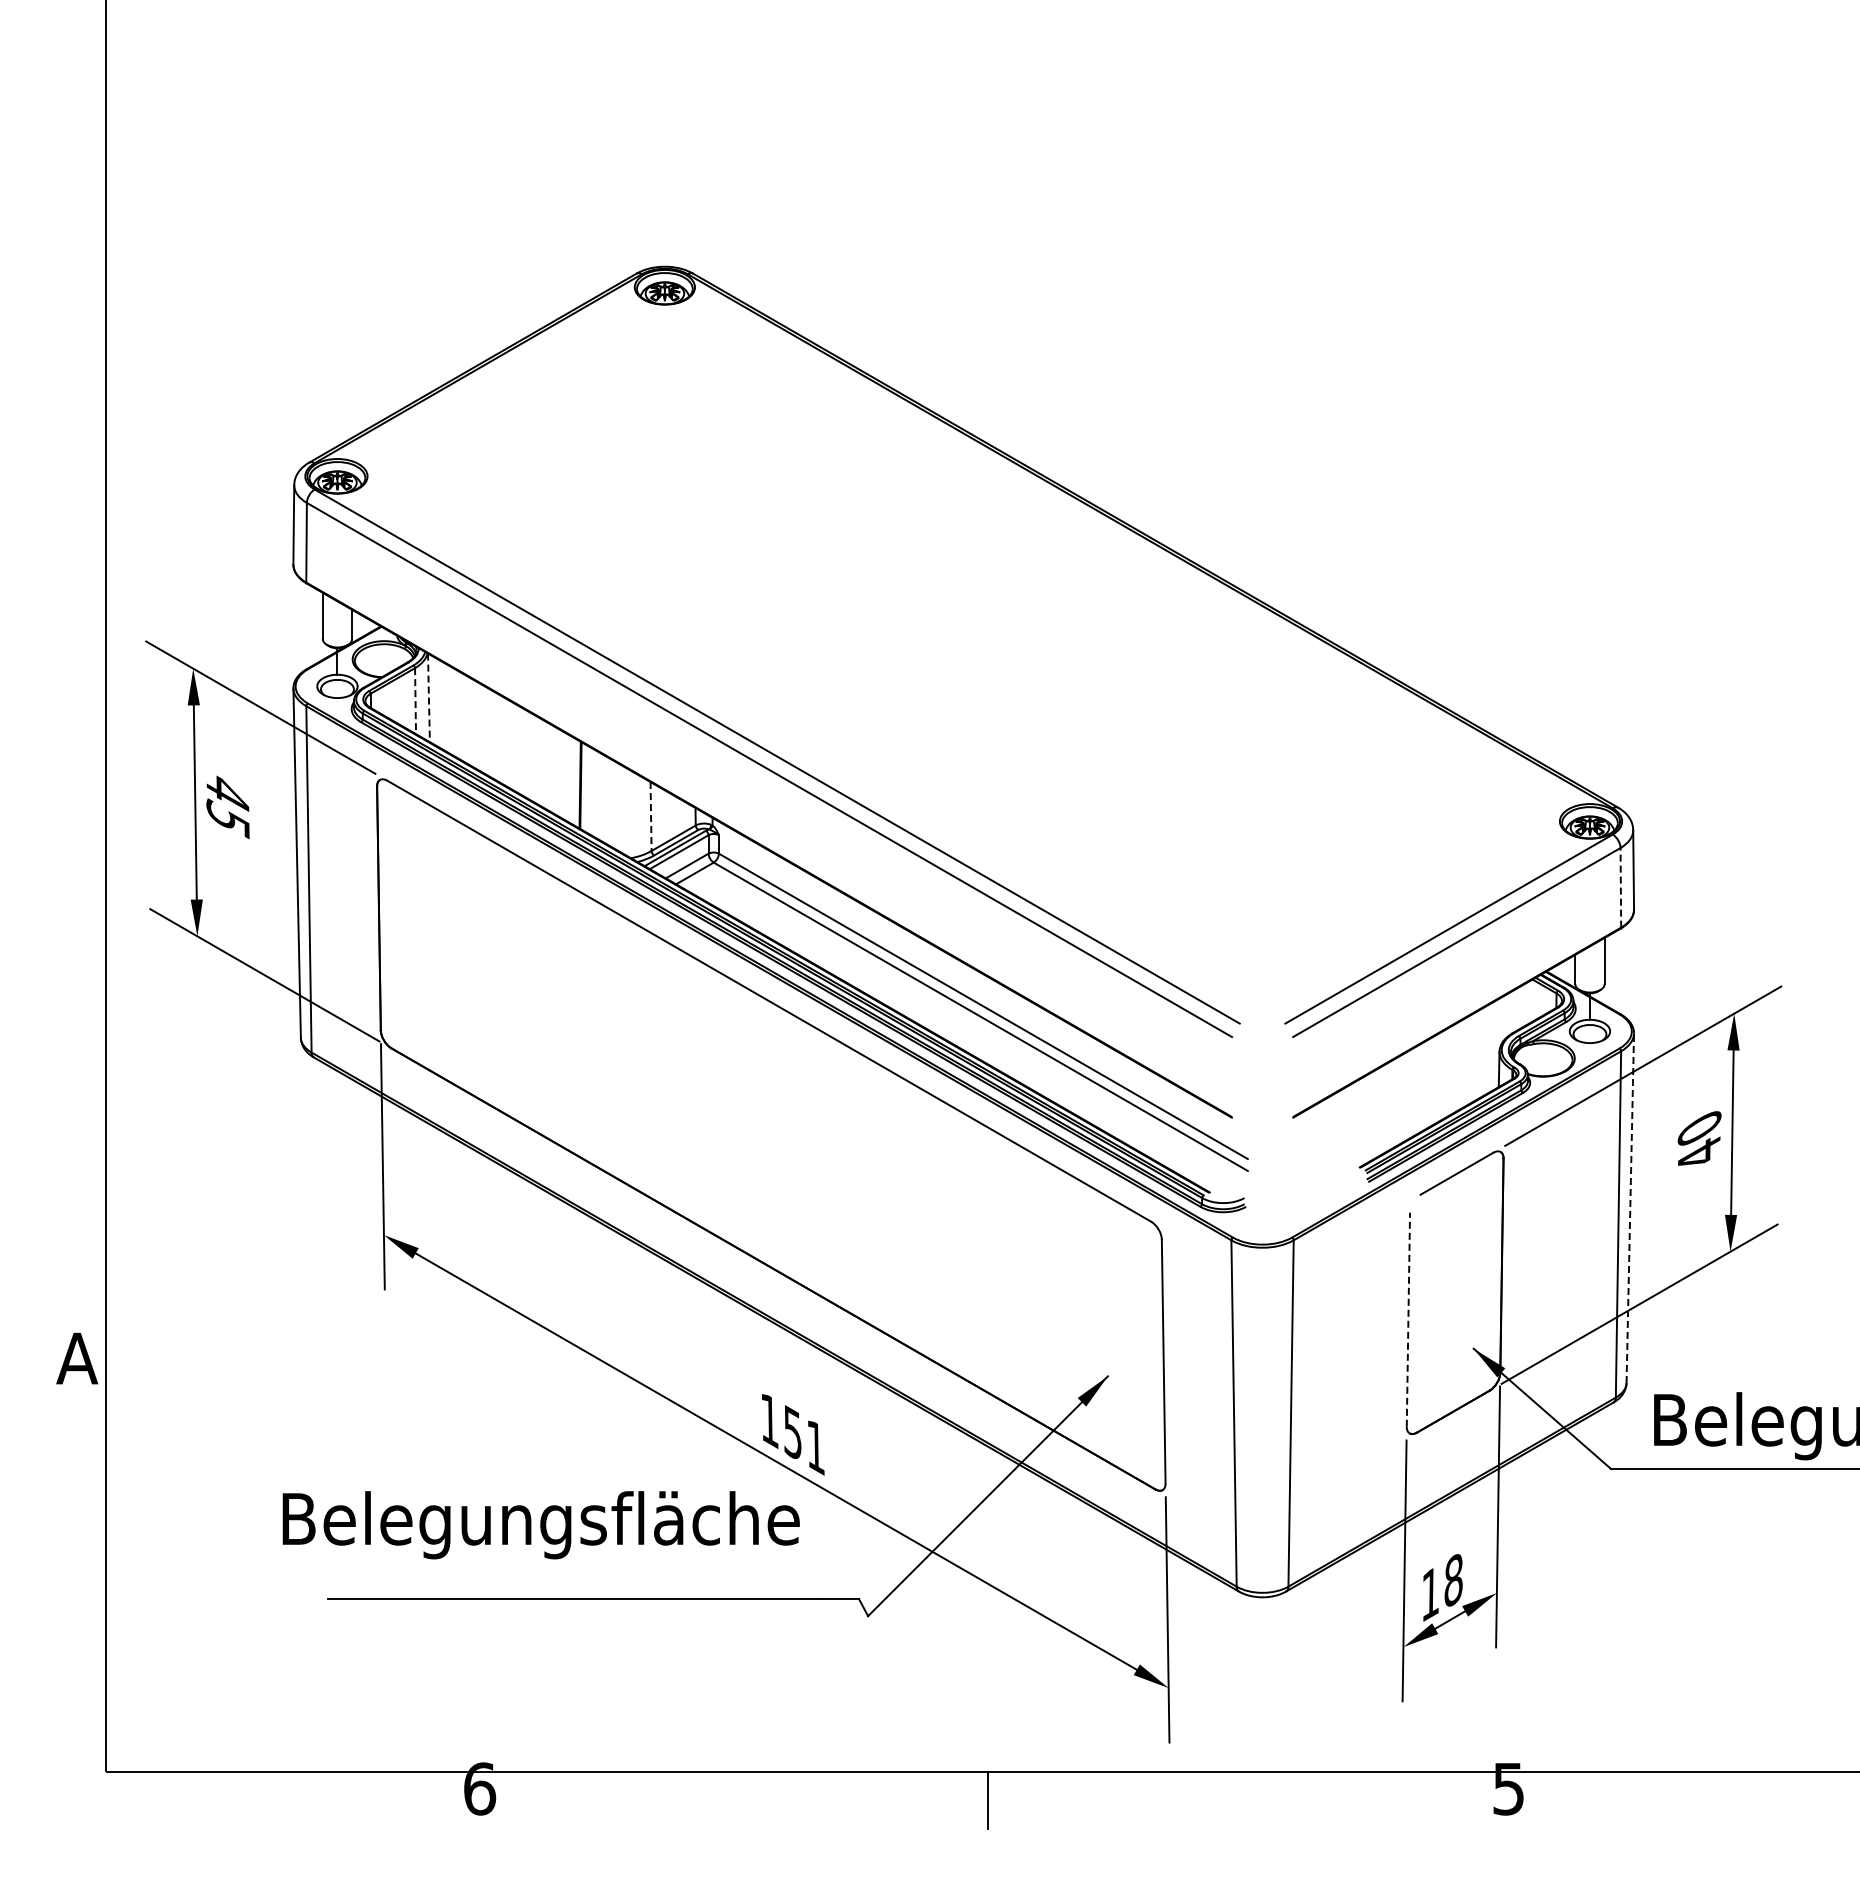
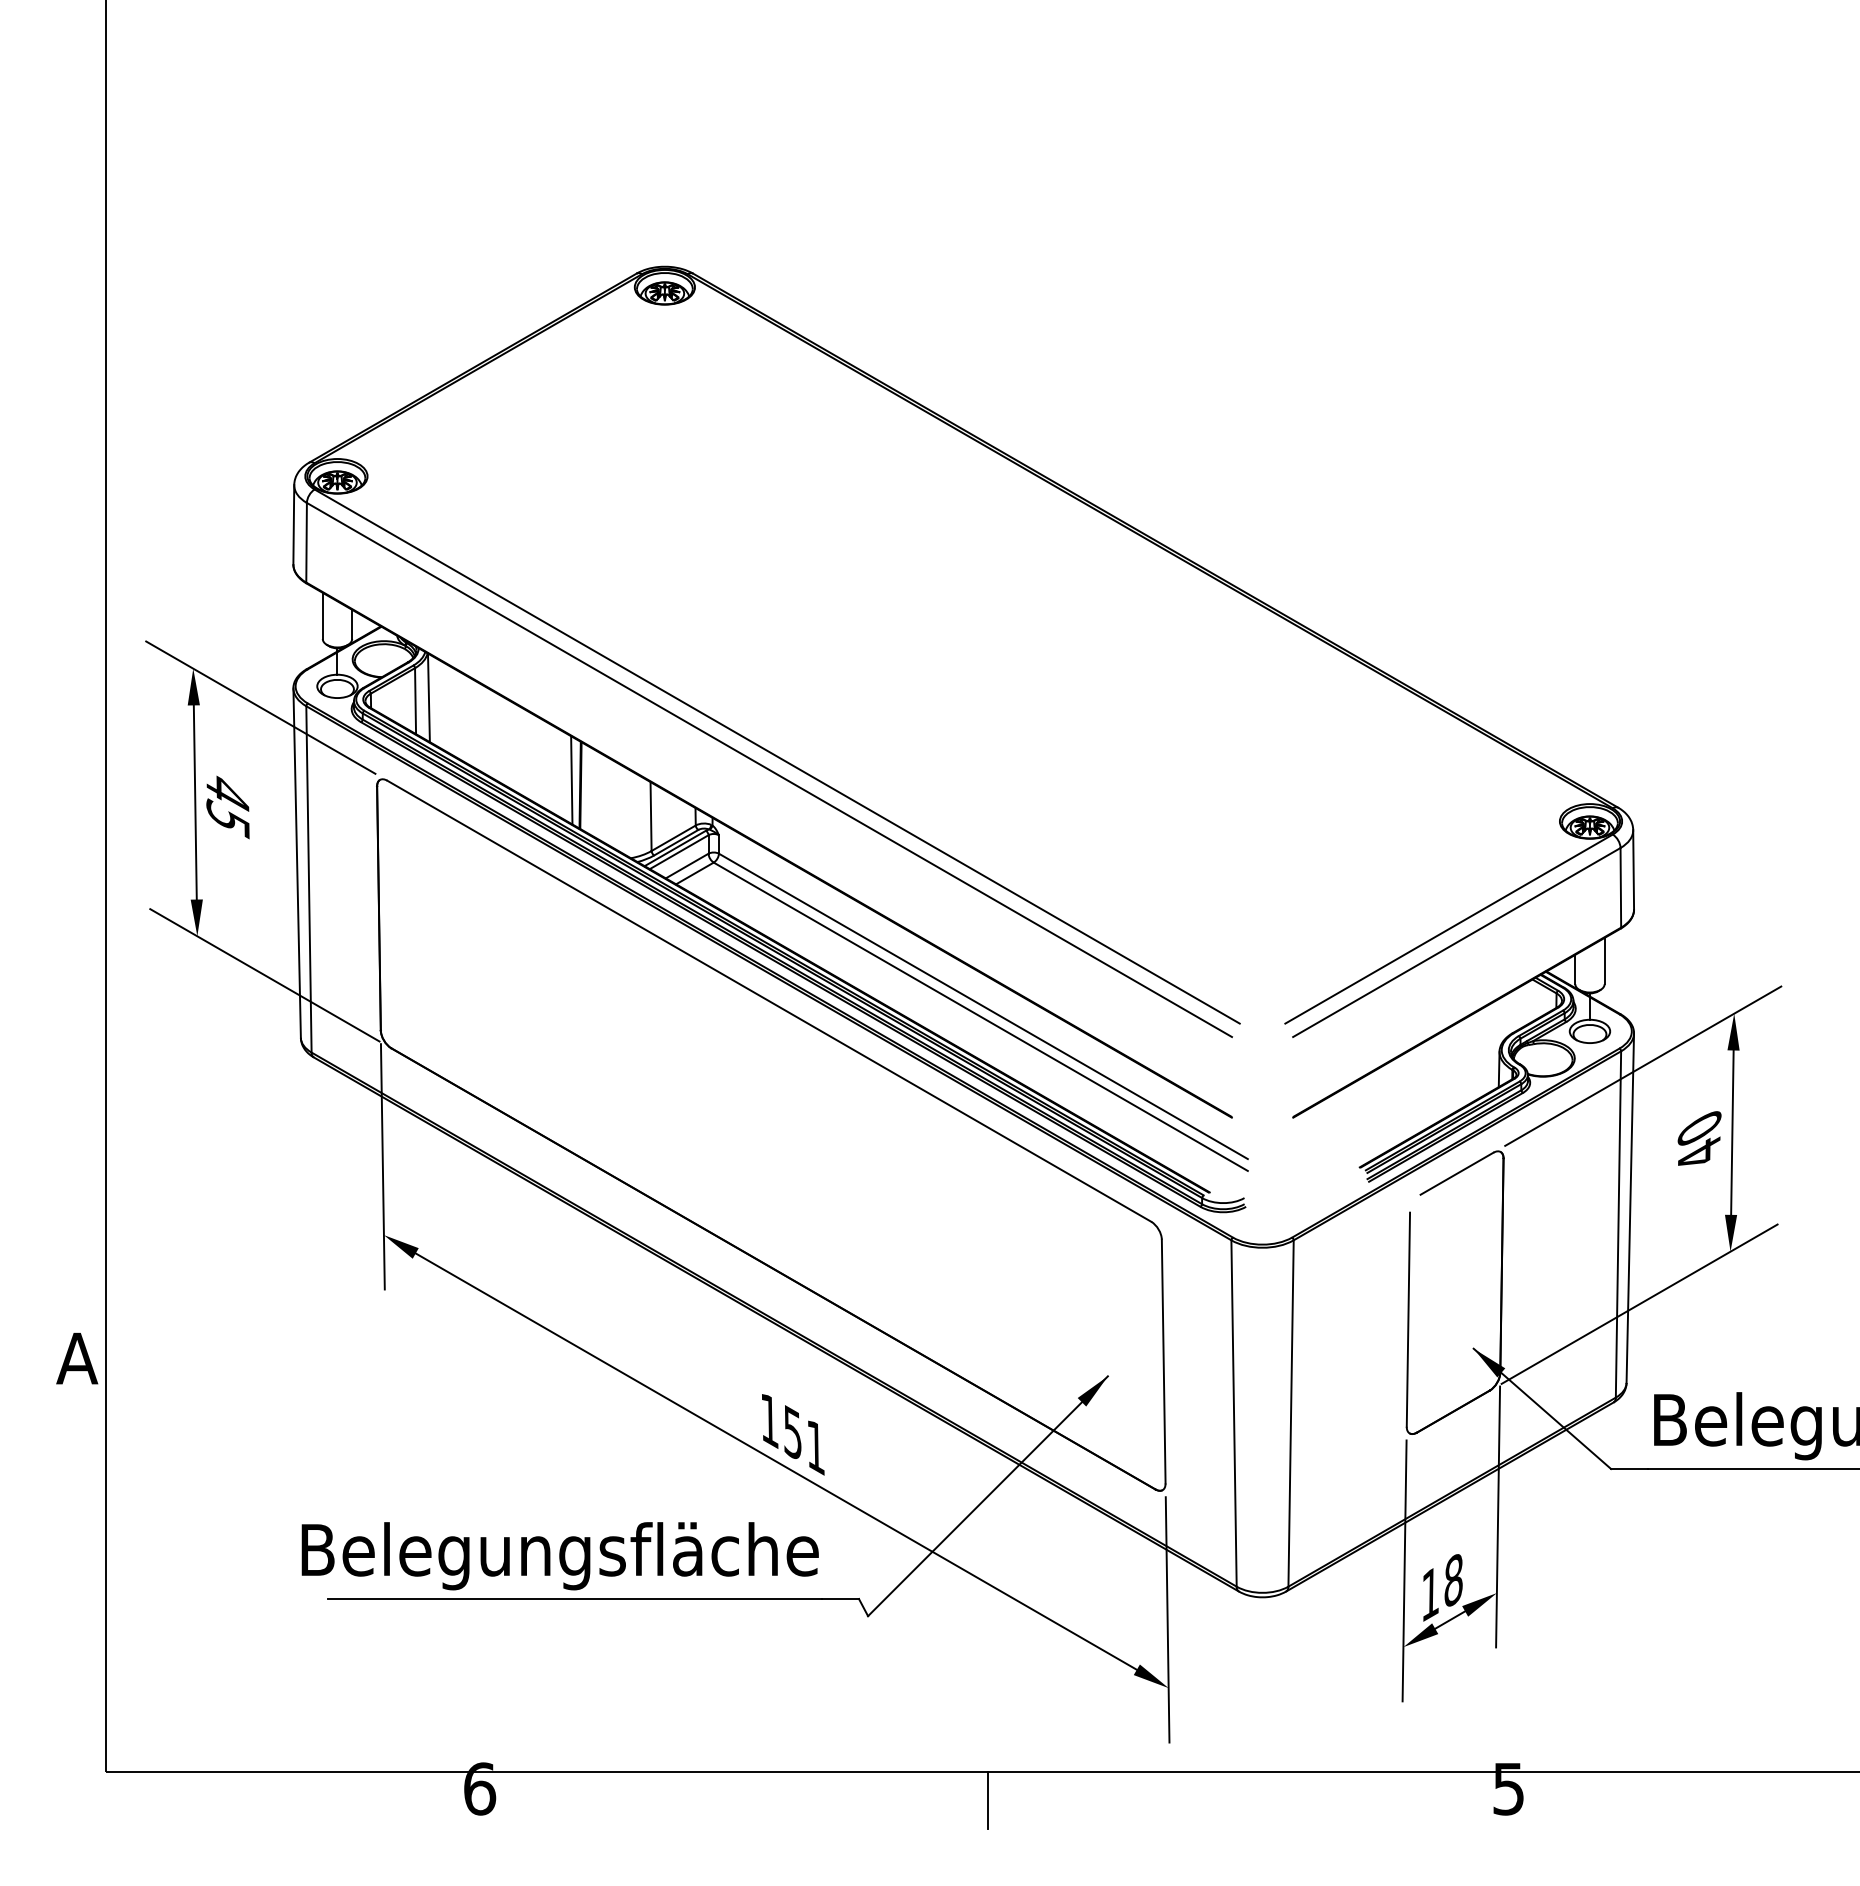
line at (428, 698): dashed -> solid
line at (415, 701): dashed -> solid
line at (571, 780): none -> present
line at (651, 817): dashed -> solid
line at (1620, 887): dashed -> solid
line at (1630, 1208): dashed -> solid
line at (1408, 1319): dashed -> solid
text at (540, 1525) position: (540, 1525) -> (559, 1556)
